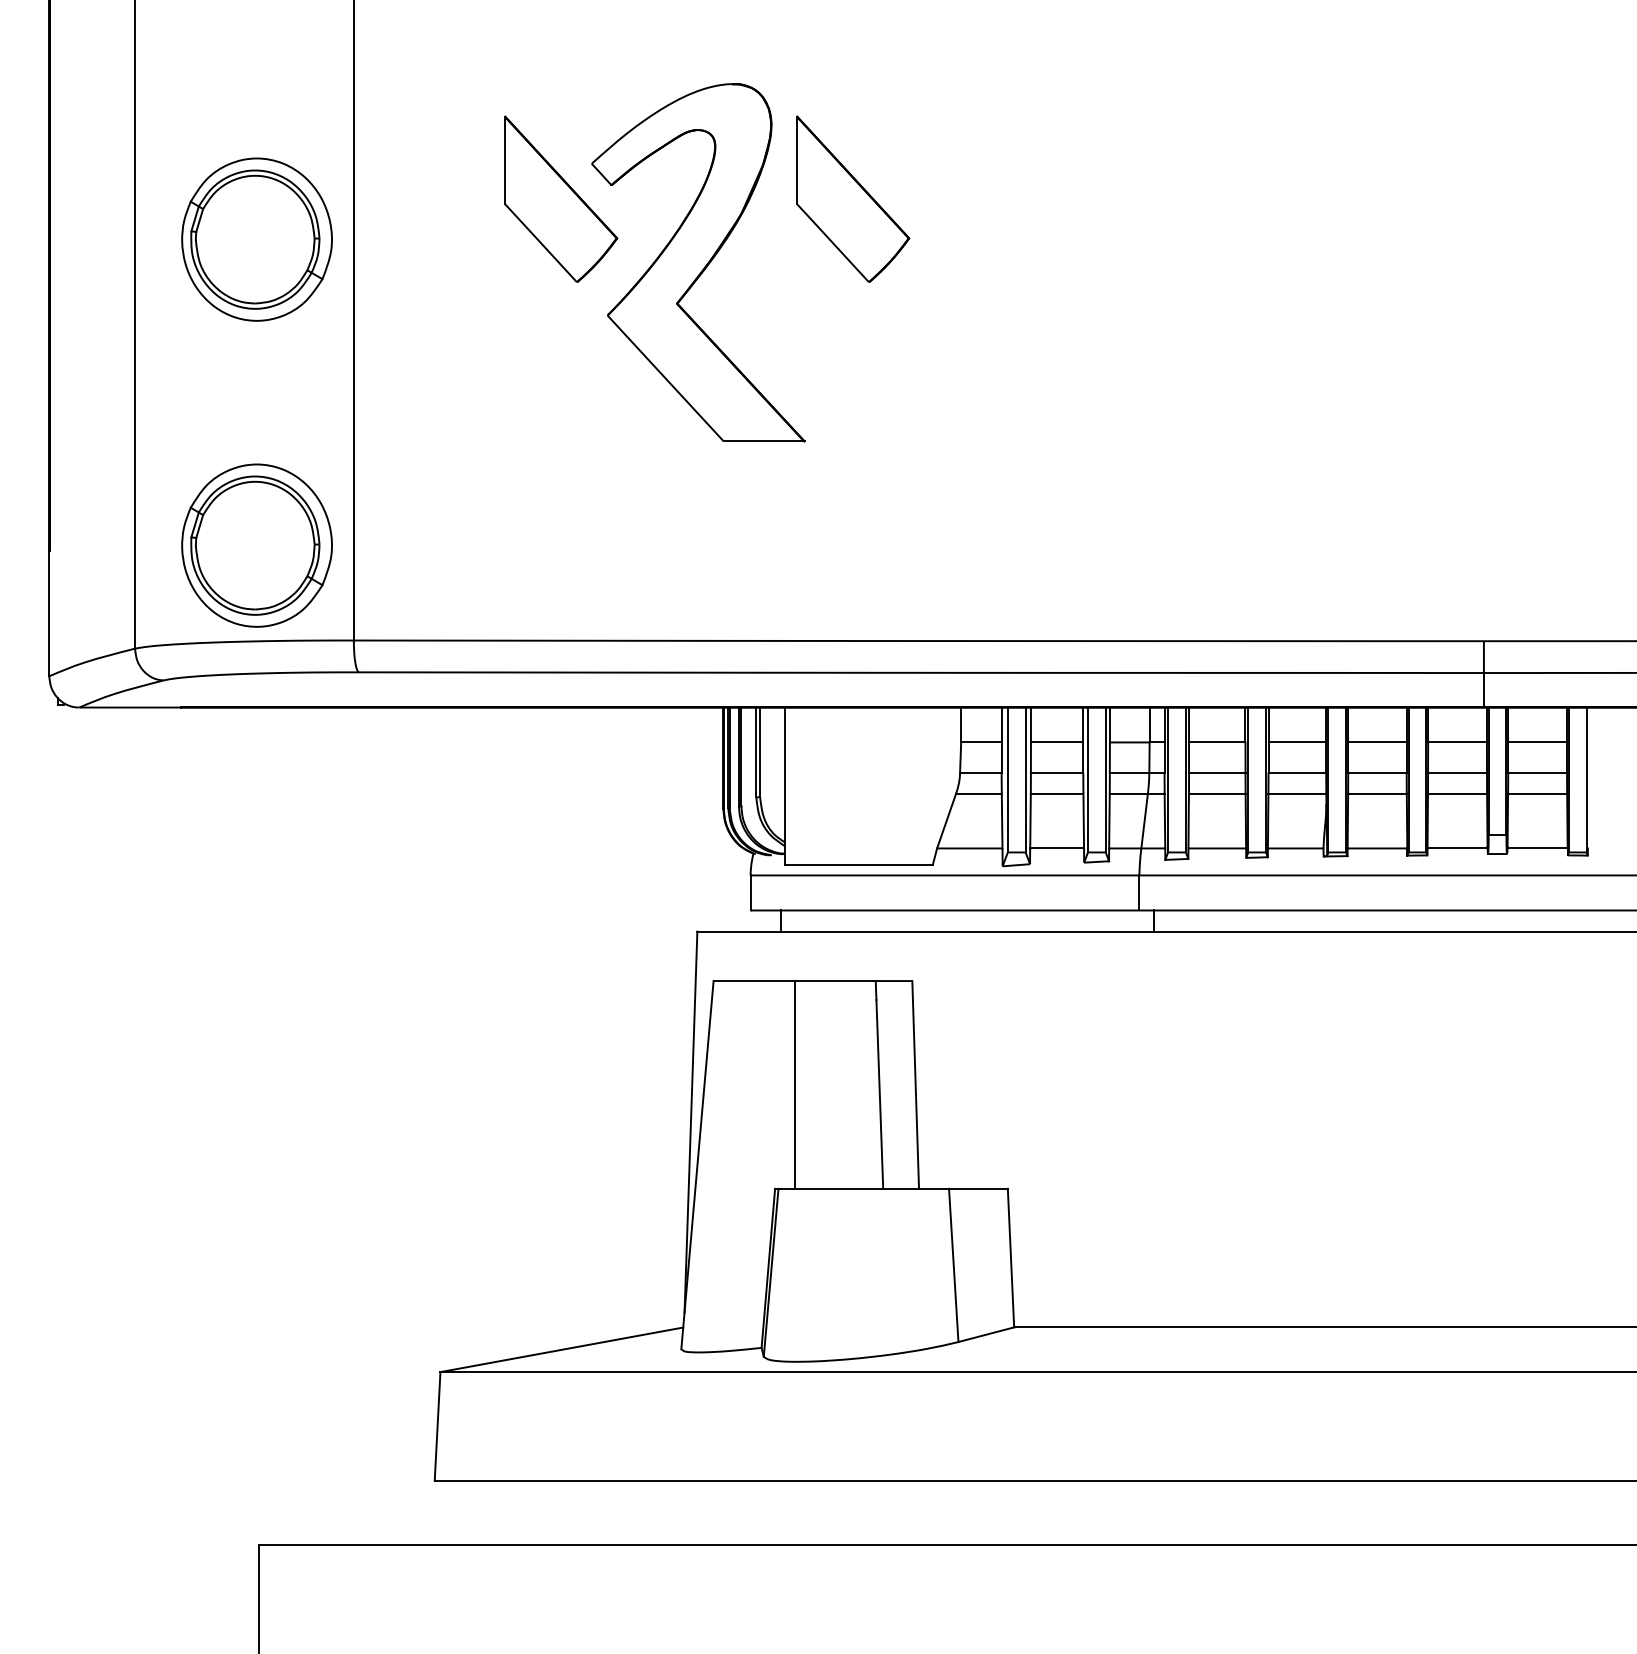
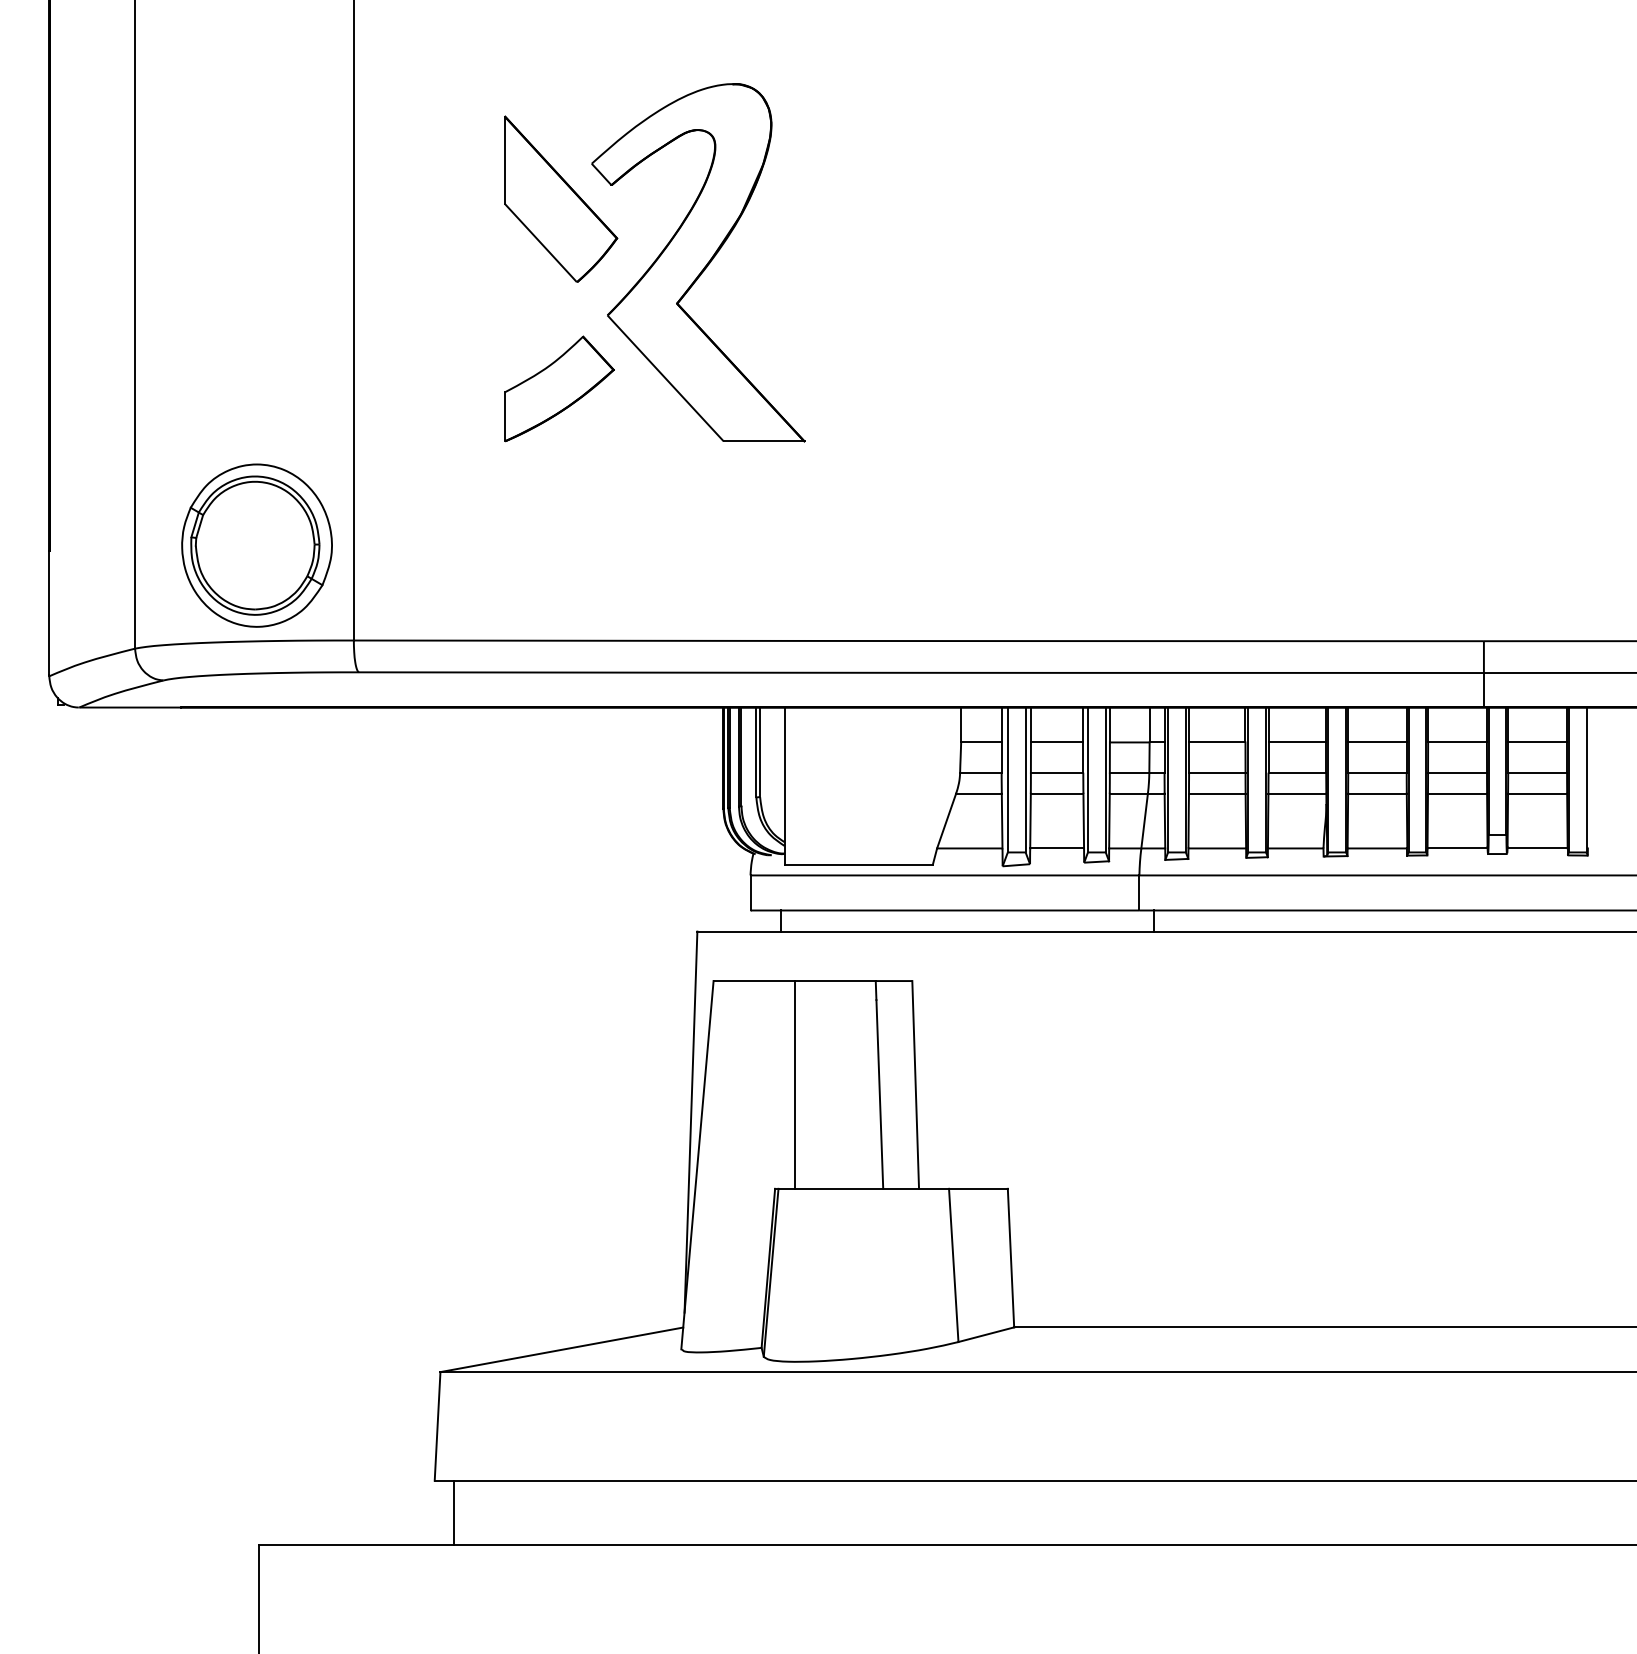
part at (853, 198): present -> none
part at (256, 239): present -> none
part at (559, 388): none -> present
line at (454, 1512): none -> present
